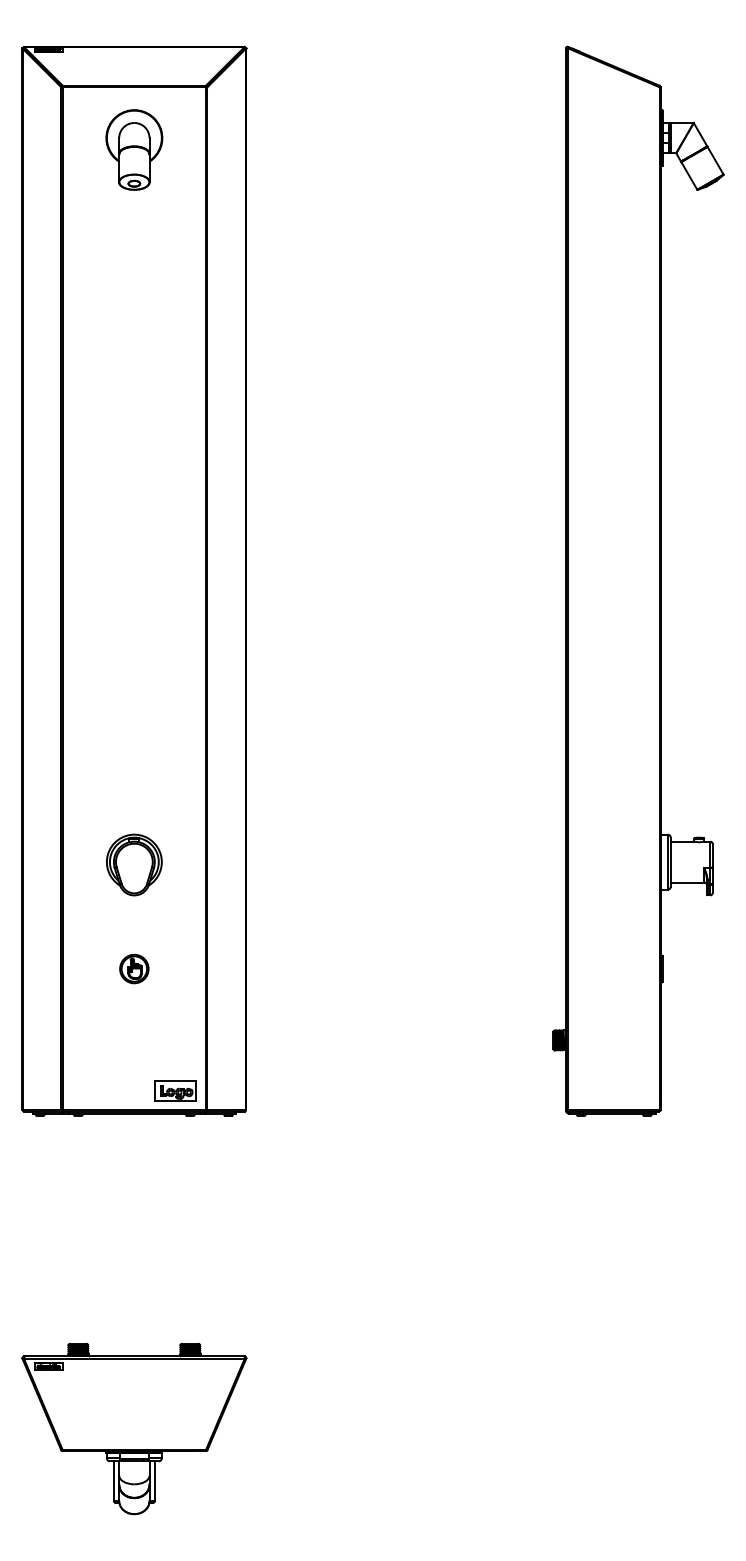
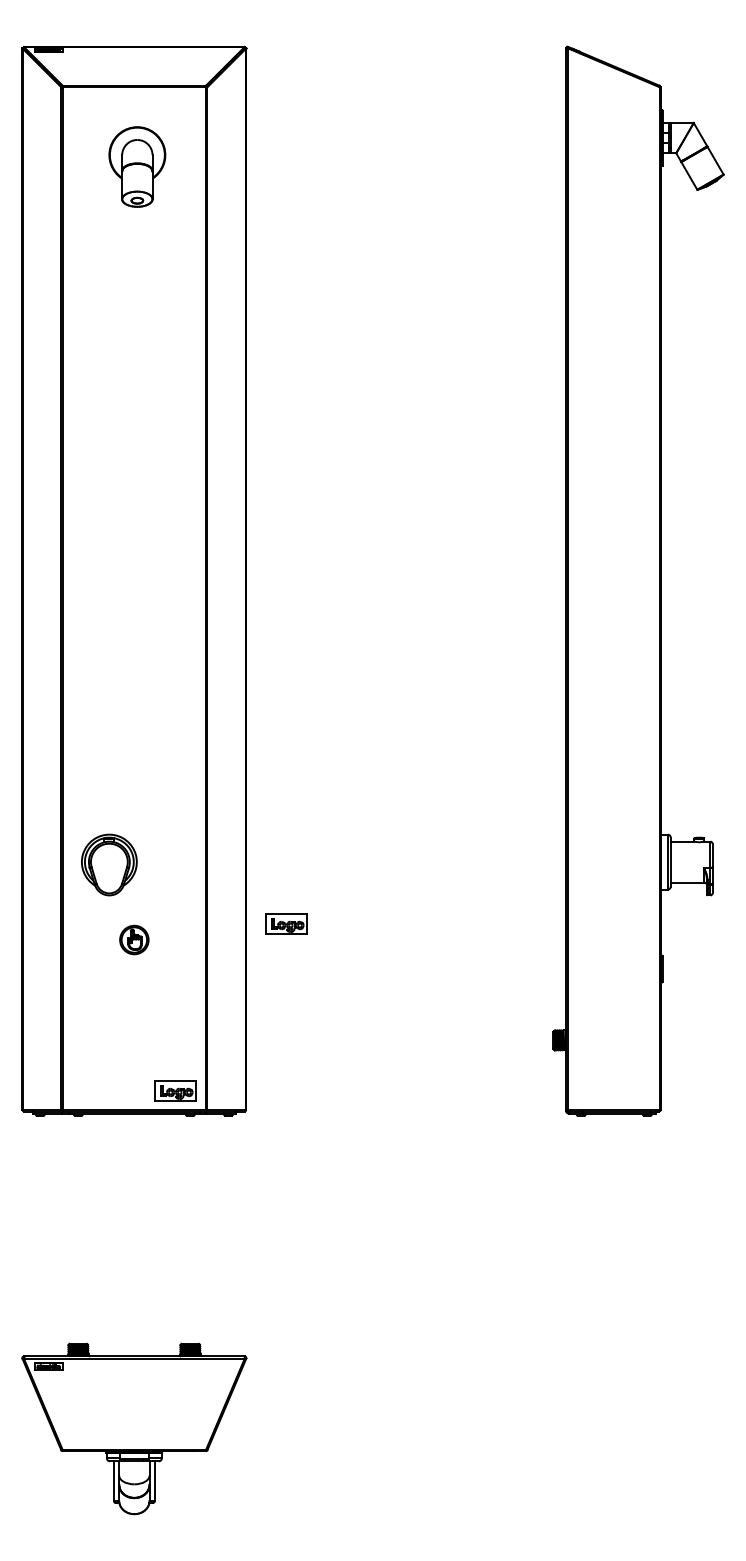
part at (134, 149) position: (134, 149) -> (137, 166)
part at (134, 864) position: (134, 864) -> (109, 864)
part at (286, 923): none -> present
part at (134, 968) position: (134, 968) -> (134, 939)
